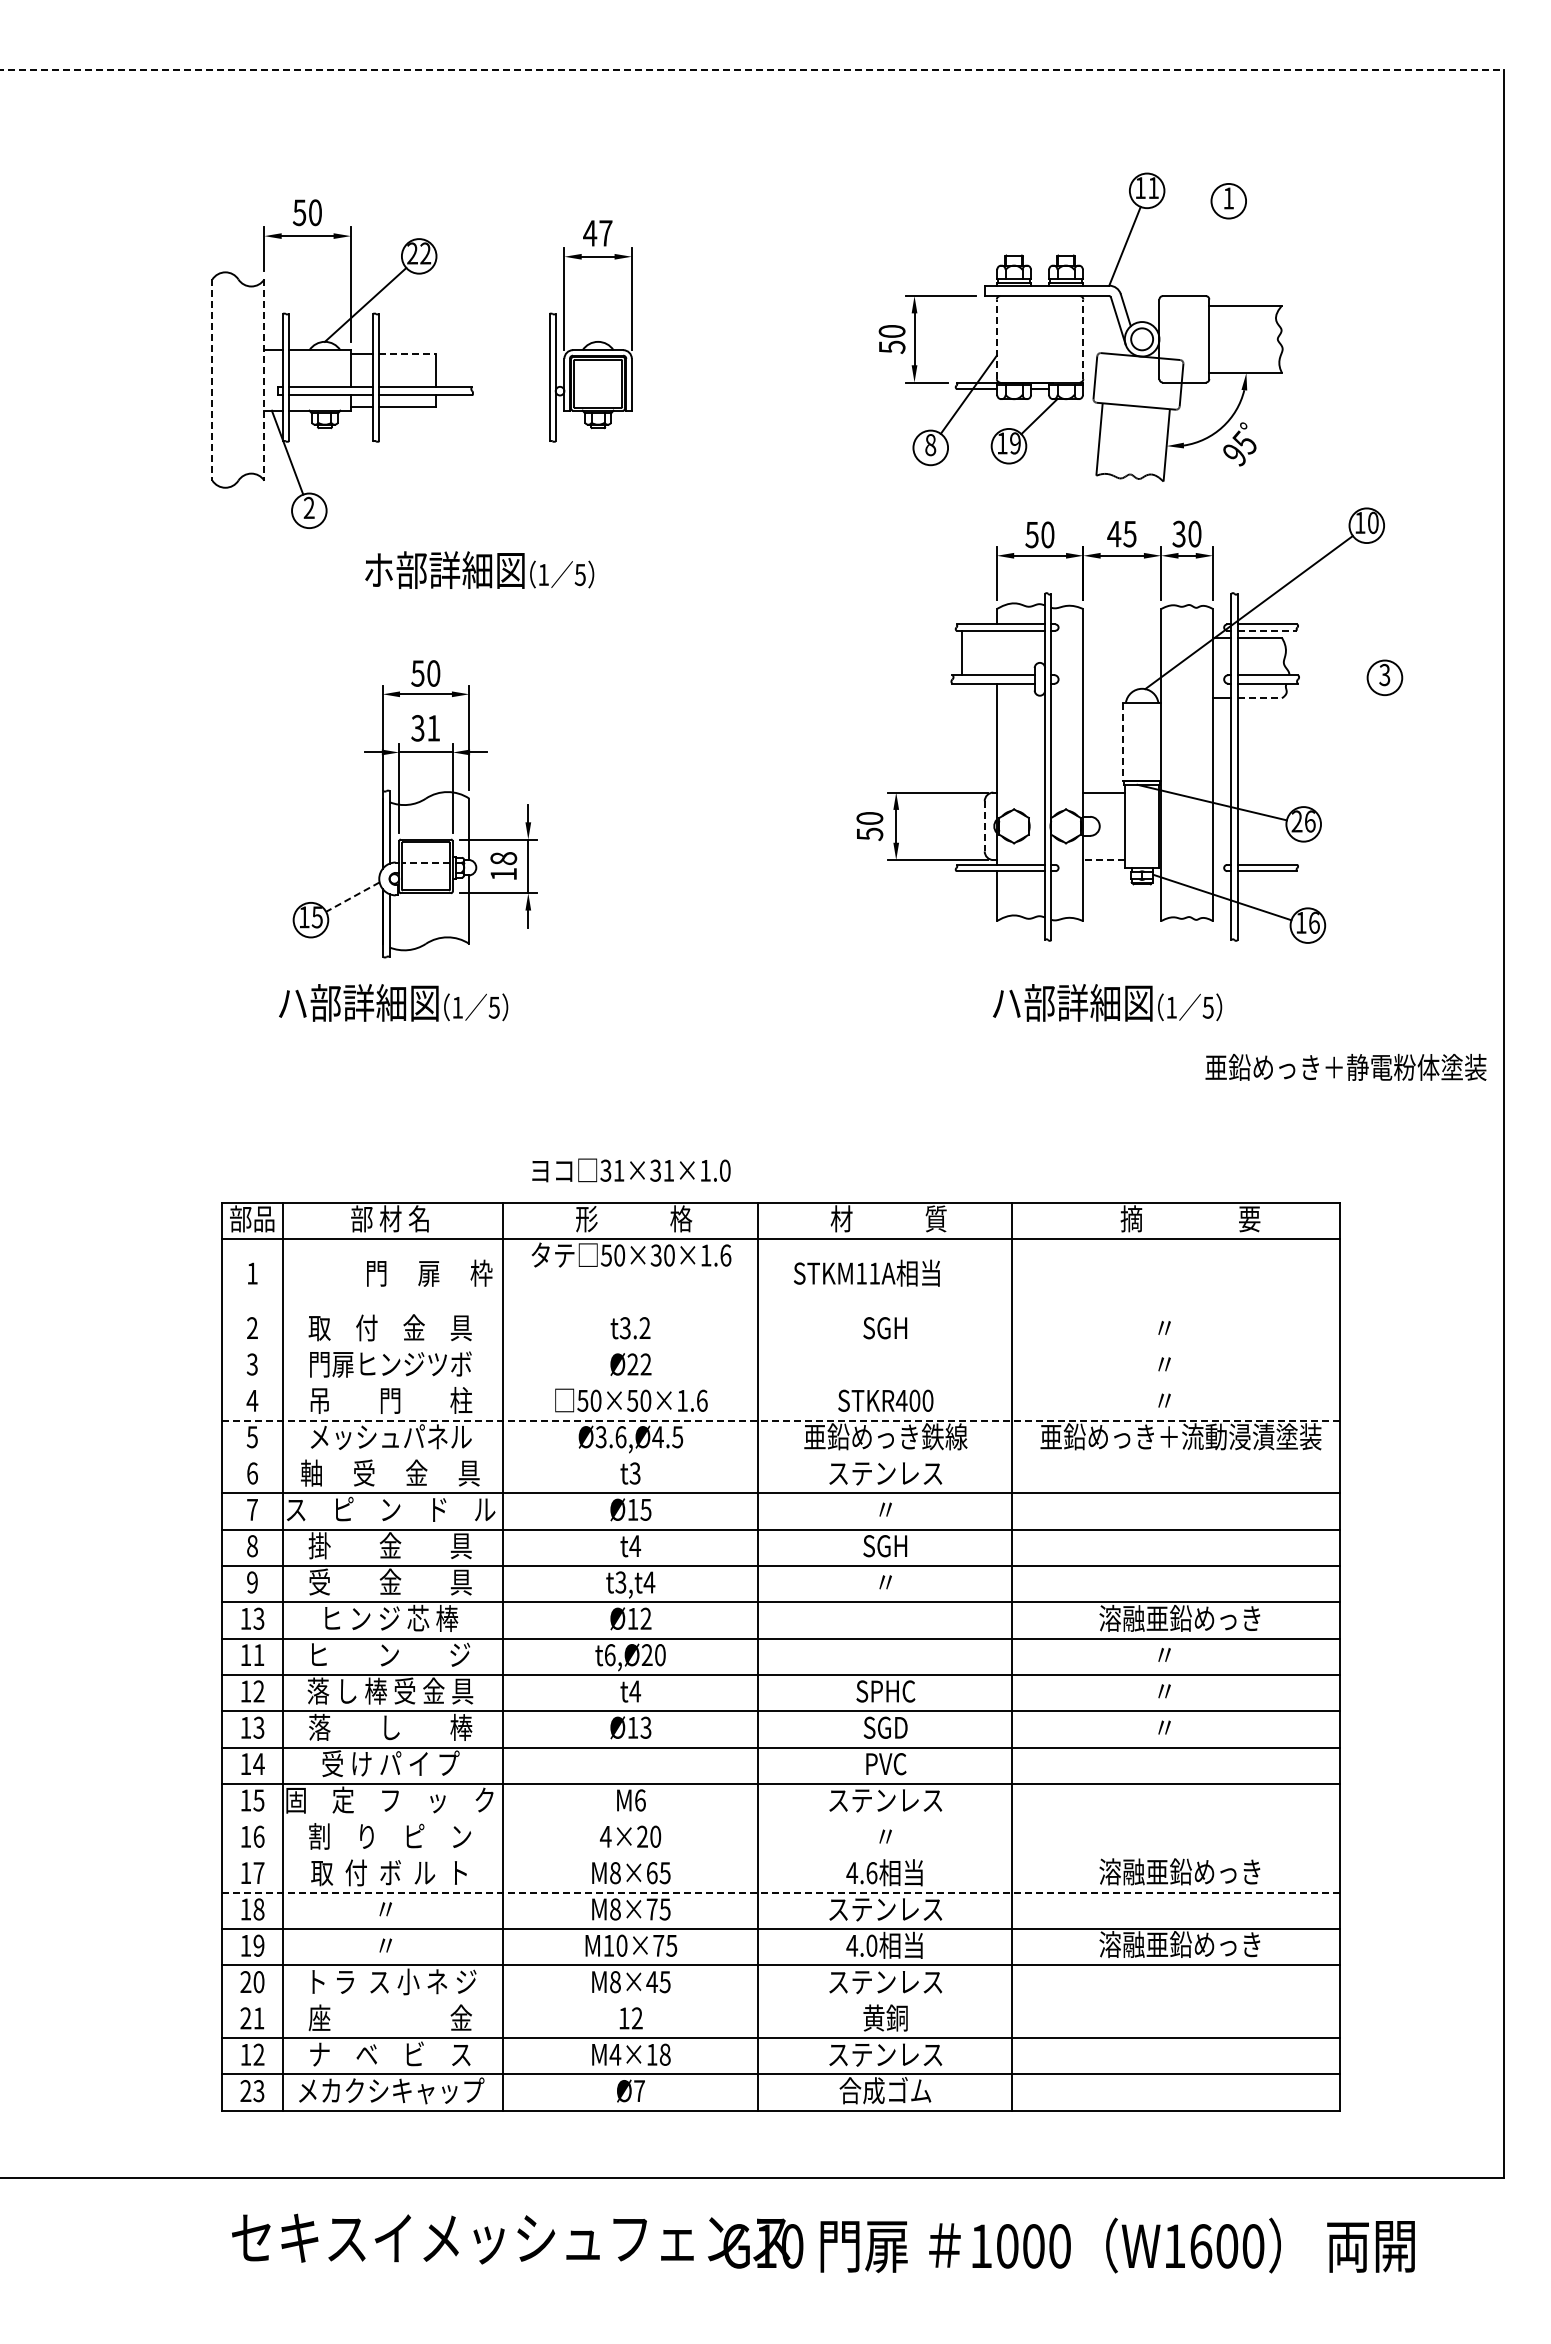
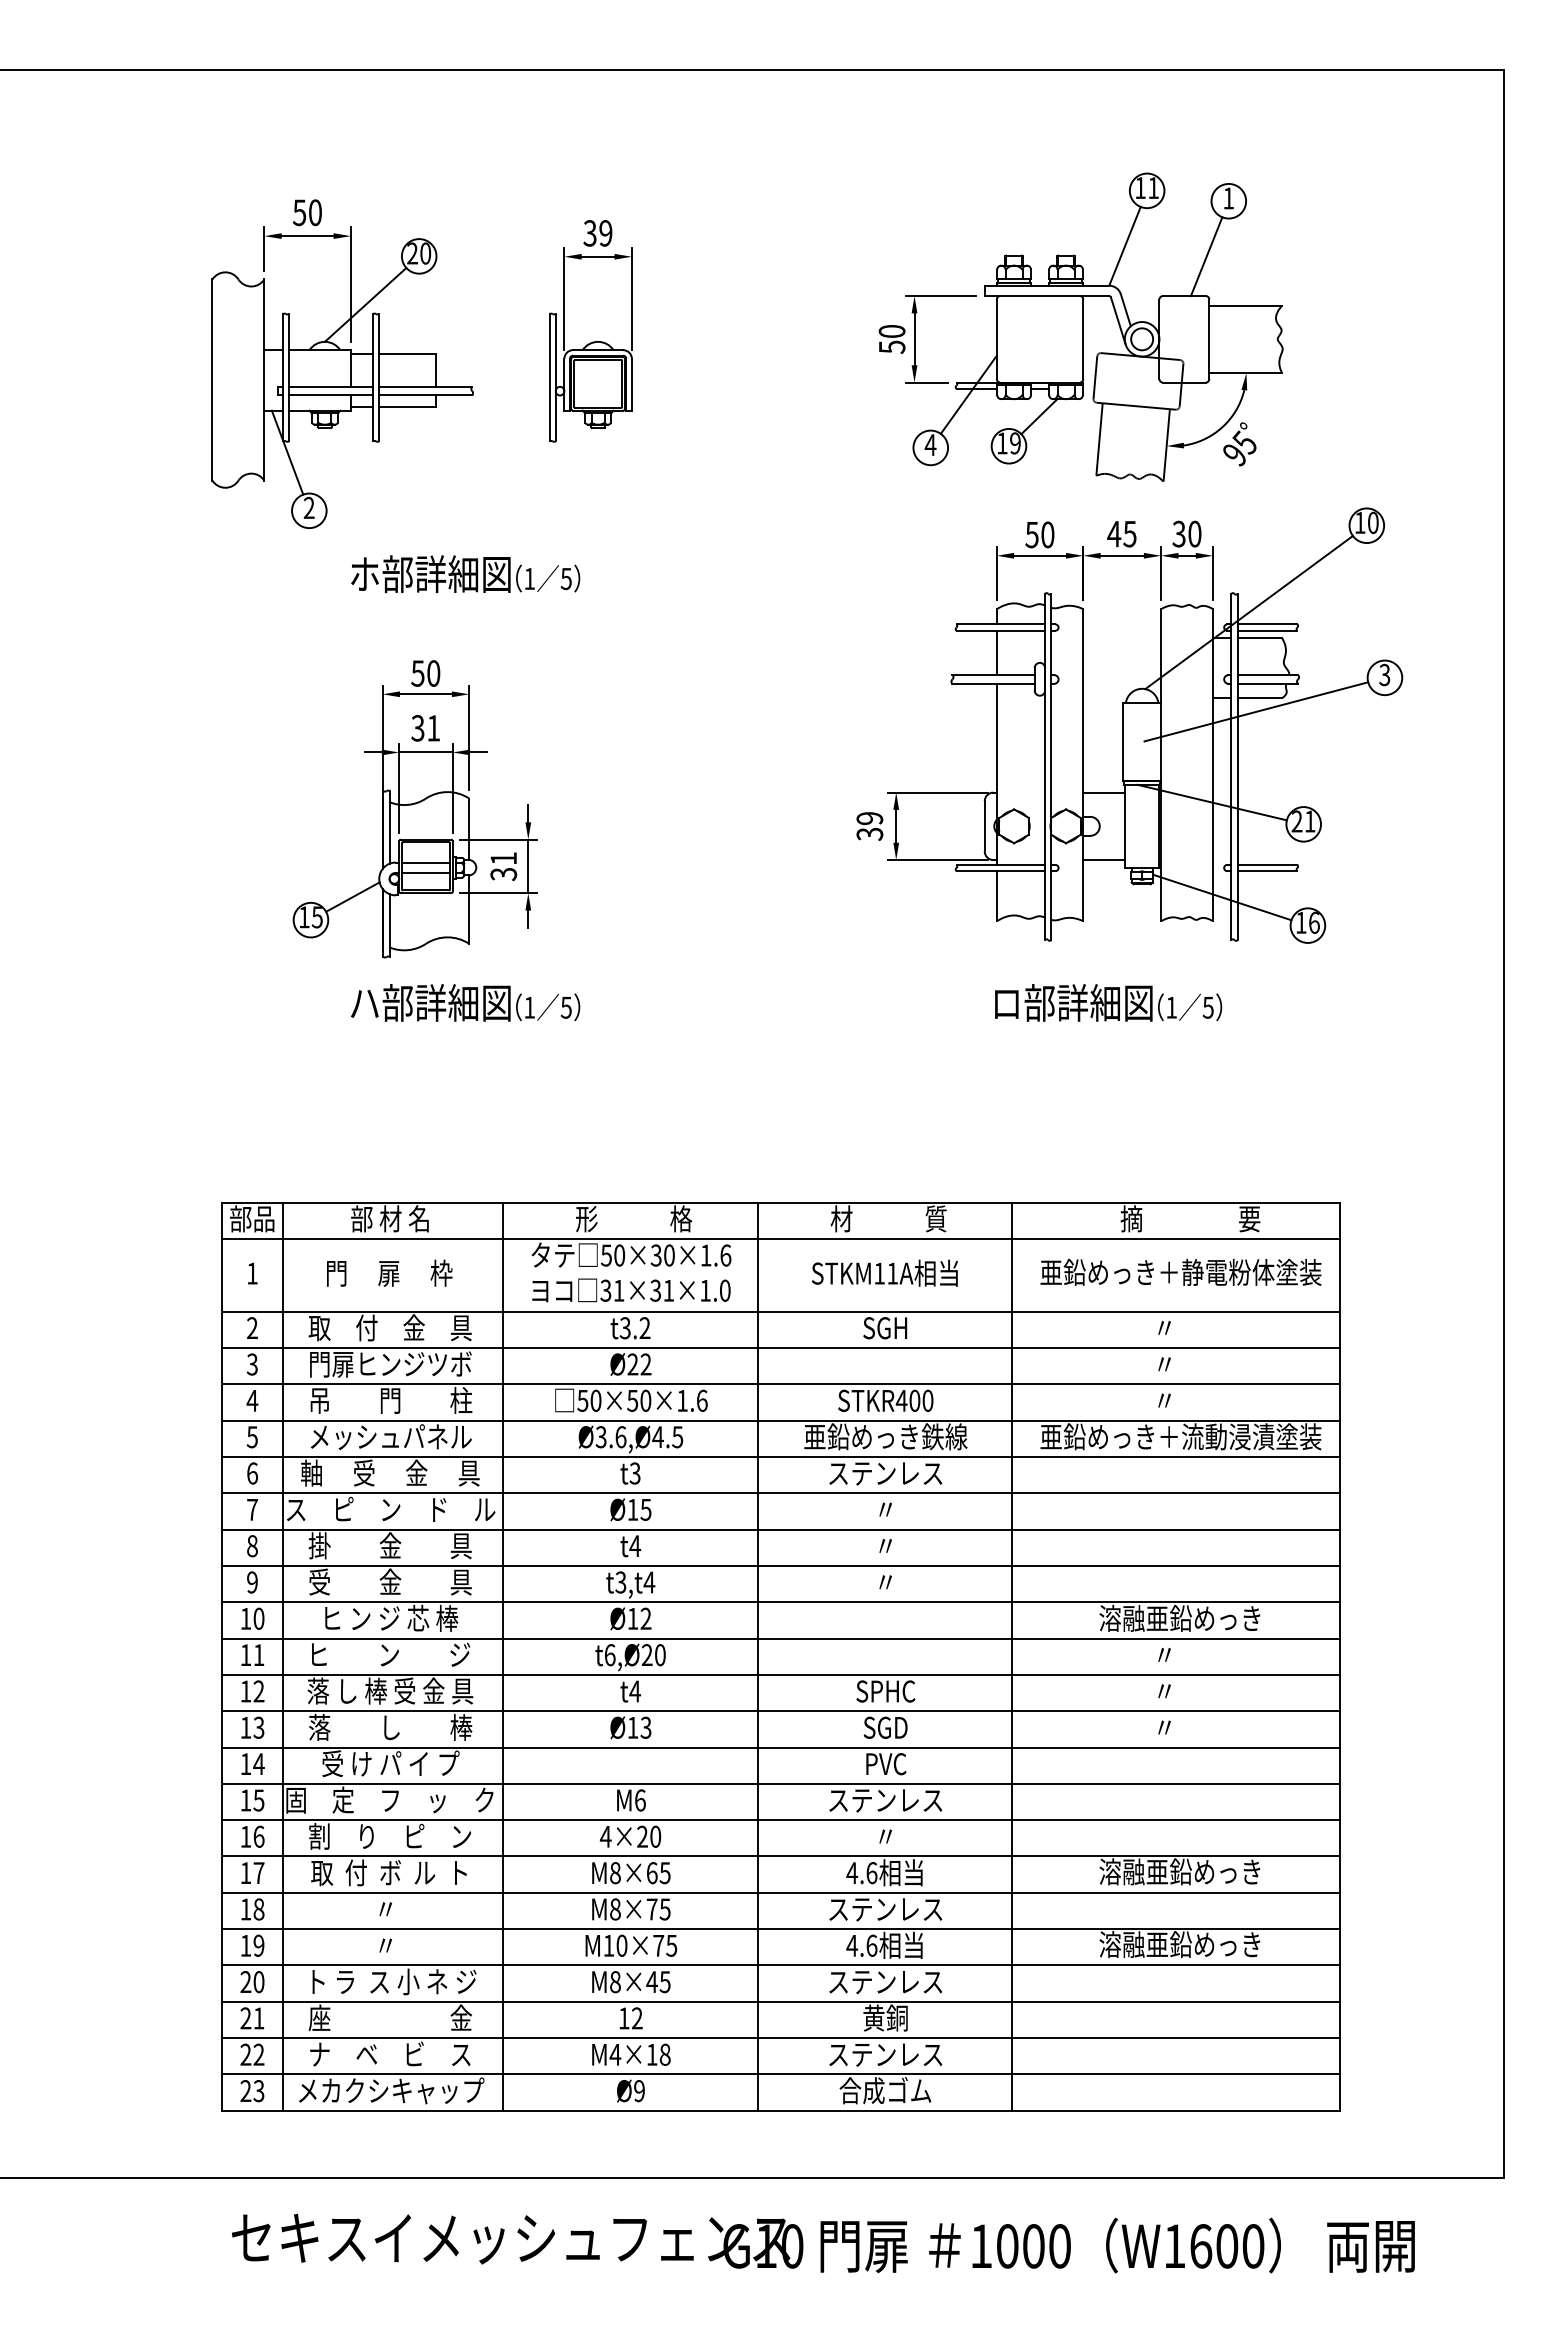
line at (752, 70): dashed -> solid
text at (597, 233): 47 -> 39
text at (425, 253): 22 -> 20
line at (1206, 256): none -> present
line at (996, 339): dashed -> solid
line at (1083, 339): dashed -> solid
line at (407, 353): dashed -> solid
line at (212, 380): dashed -> solid
line at (264, 380): dashed -> solid
text at (930, 445): 8 -> 4
text at (479, 570) position: (479, 570) -> (465, 574)
line at (1267, 630): dashed -> solid
line at (961, 652) position: (961, 652) -> (996, 652)
line at (1260, 698): dashed -> solid
line at (1256, 711): none -> present
line at (1123, 741): dashed -> solid
text at (1310, 821): 26 -> 21
text at (869, 826): 50 -> 39
line at (984, 826): dashed -> solid
line at (1104, 860): dashed -> solid
line at (425, 862): dashed -> solid
text at (503, 866): 18 -> 31
line at (425, 872): none -> present
line at (352, 897): dashed -> solid
text at (393, 1002) position: (393, 1002) -> (465, 1002)
text at (1006, 1003): ハ部詳細図 -> ロ部詳細図
text at (1345, 1066) position: (1345, 1066) -> (1180, 1271)
text at (631, 1170) position: (631, 1170) -> (631, 1290)
text at (429, 1272) position: (429, 1272) -> (389, 1272)
text at (866, 1272) position: (866, 1272) -> (884, 1272)
line at (781, 1311): none -> present
line at (781, 1347): none -> present
line at (781, 1384): none -> present
line at (781, 1420): dashed -> solid
line at (781, 1456): none -> present
text at (885, 1546): SGH -> 〃
text at (258, 1618): 13 -> 10
line at (781, 1820): none -> present
line at (781, 1856): none -> present
line at (781, 1892): dashed -> solid
text at (871, 1945): 4.0 -> 4.6
line at (781, 2001): none -> present
text at (245, 2054): 12 -> 22
text at (639, 2091): Ø7 -> Ø9
